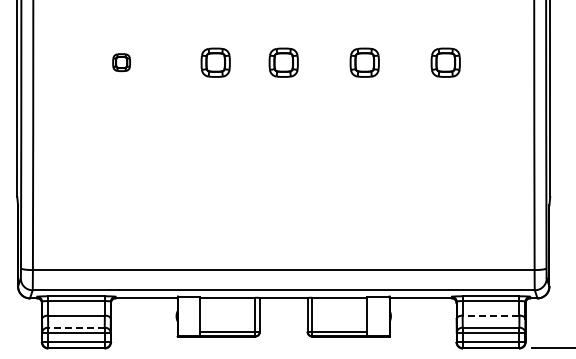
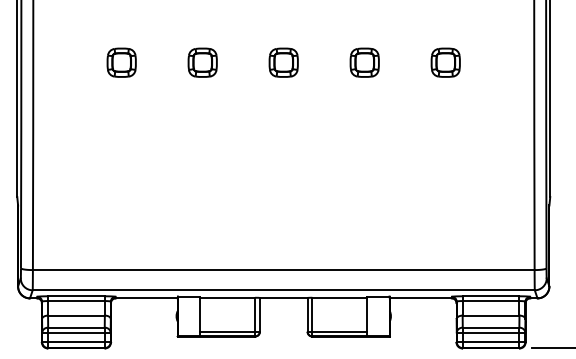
part at (121, 62) size: 19x19 px -> 31x31 px
part at (215, 62) position: (215, 62) -> (202, 62)
line at (490, 315): dashed -> solid
line at (75, 327): dashed -> solid
